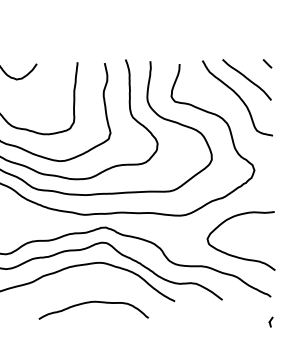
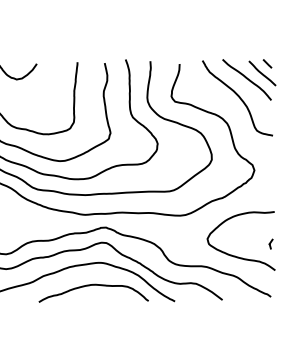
line at (262, 73): none -> present
curve at (93, 302) position: (93, 302) -> (93, 285)
curve at (270, 321) position: (270, 321) -> (270, 243)
